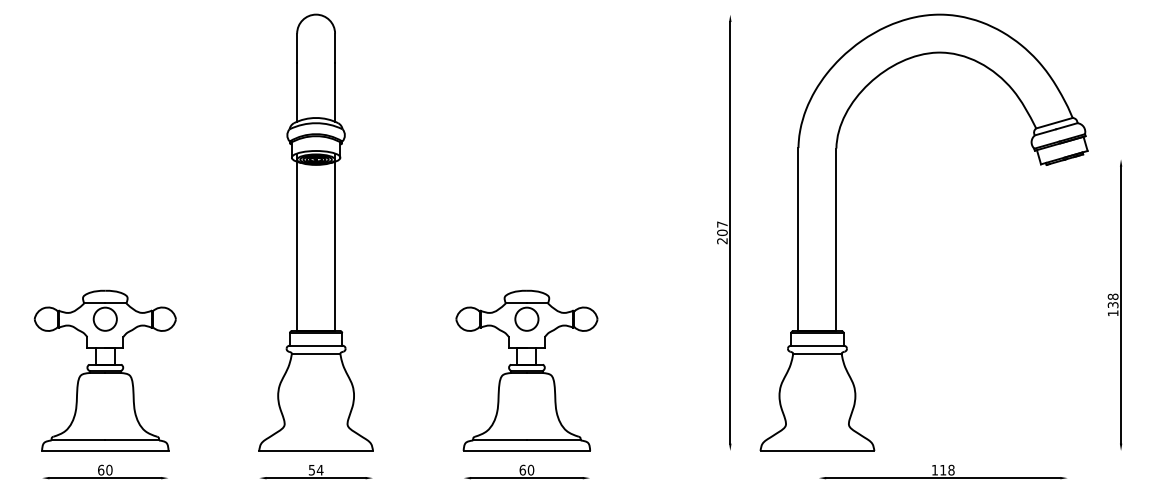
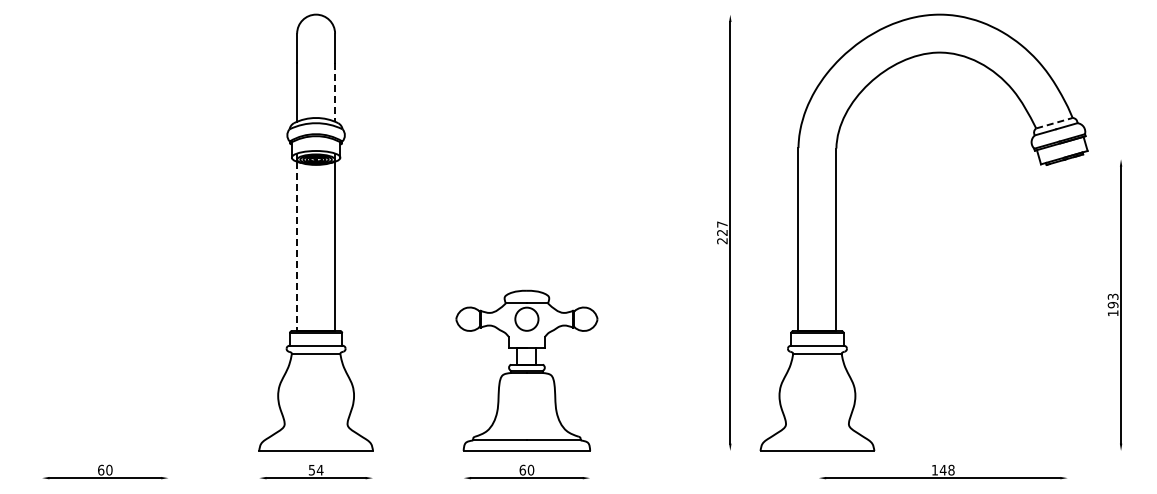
line at (335, 92): solid -> dashed
line at (1054, 123): solid -> dashed
text at (722, 232): 207 -> 227
line at (297, 246): solid -> dashed
text at (1112, 300): 138 -> 193
part at (104, 370): present -> none
text at (942, 470): 118 -> 148
